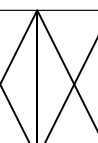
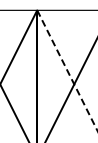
line at (67, 71): solid -> dashed
